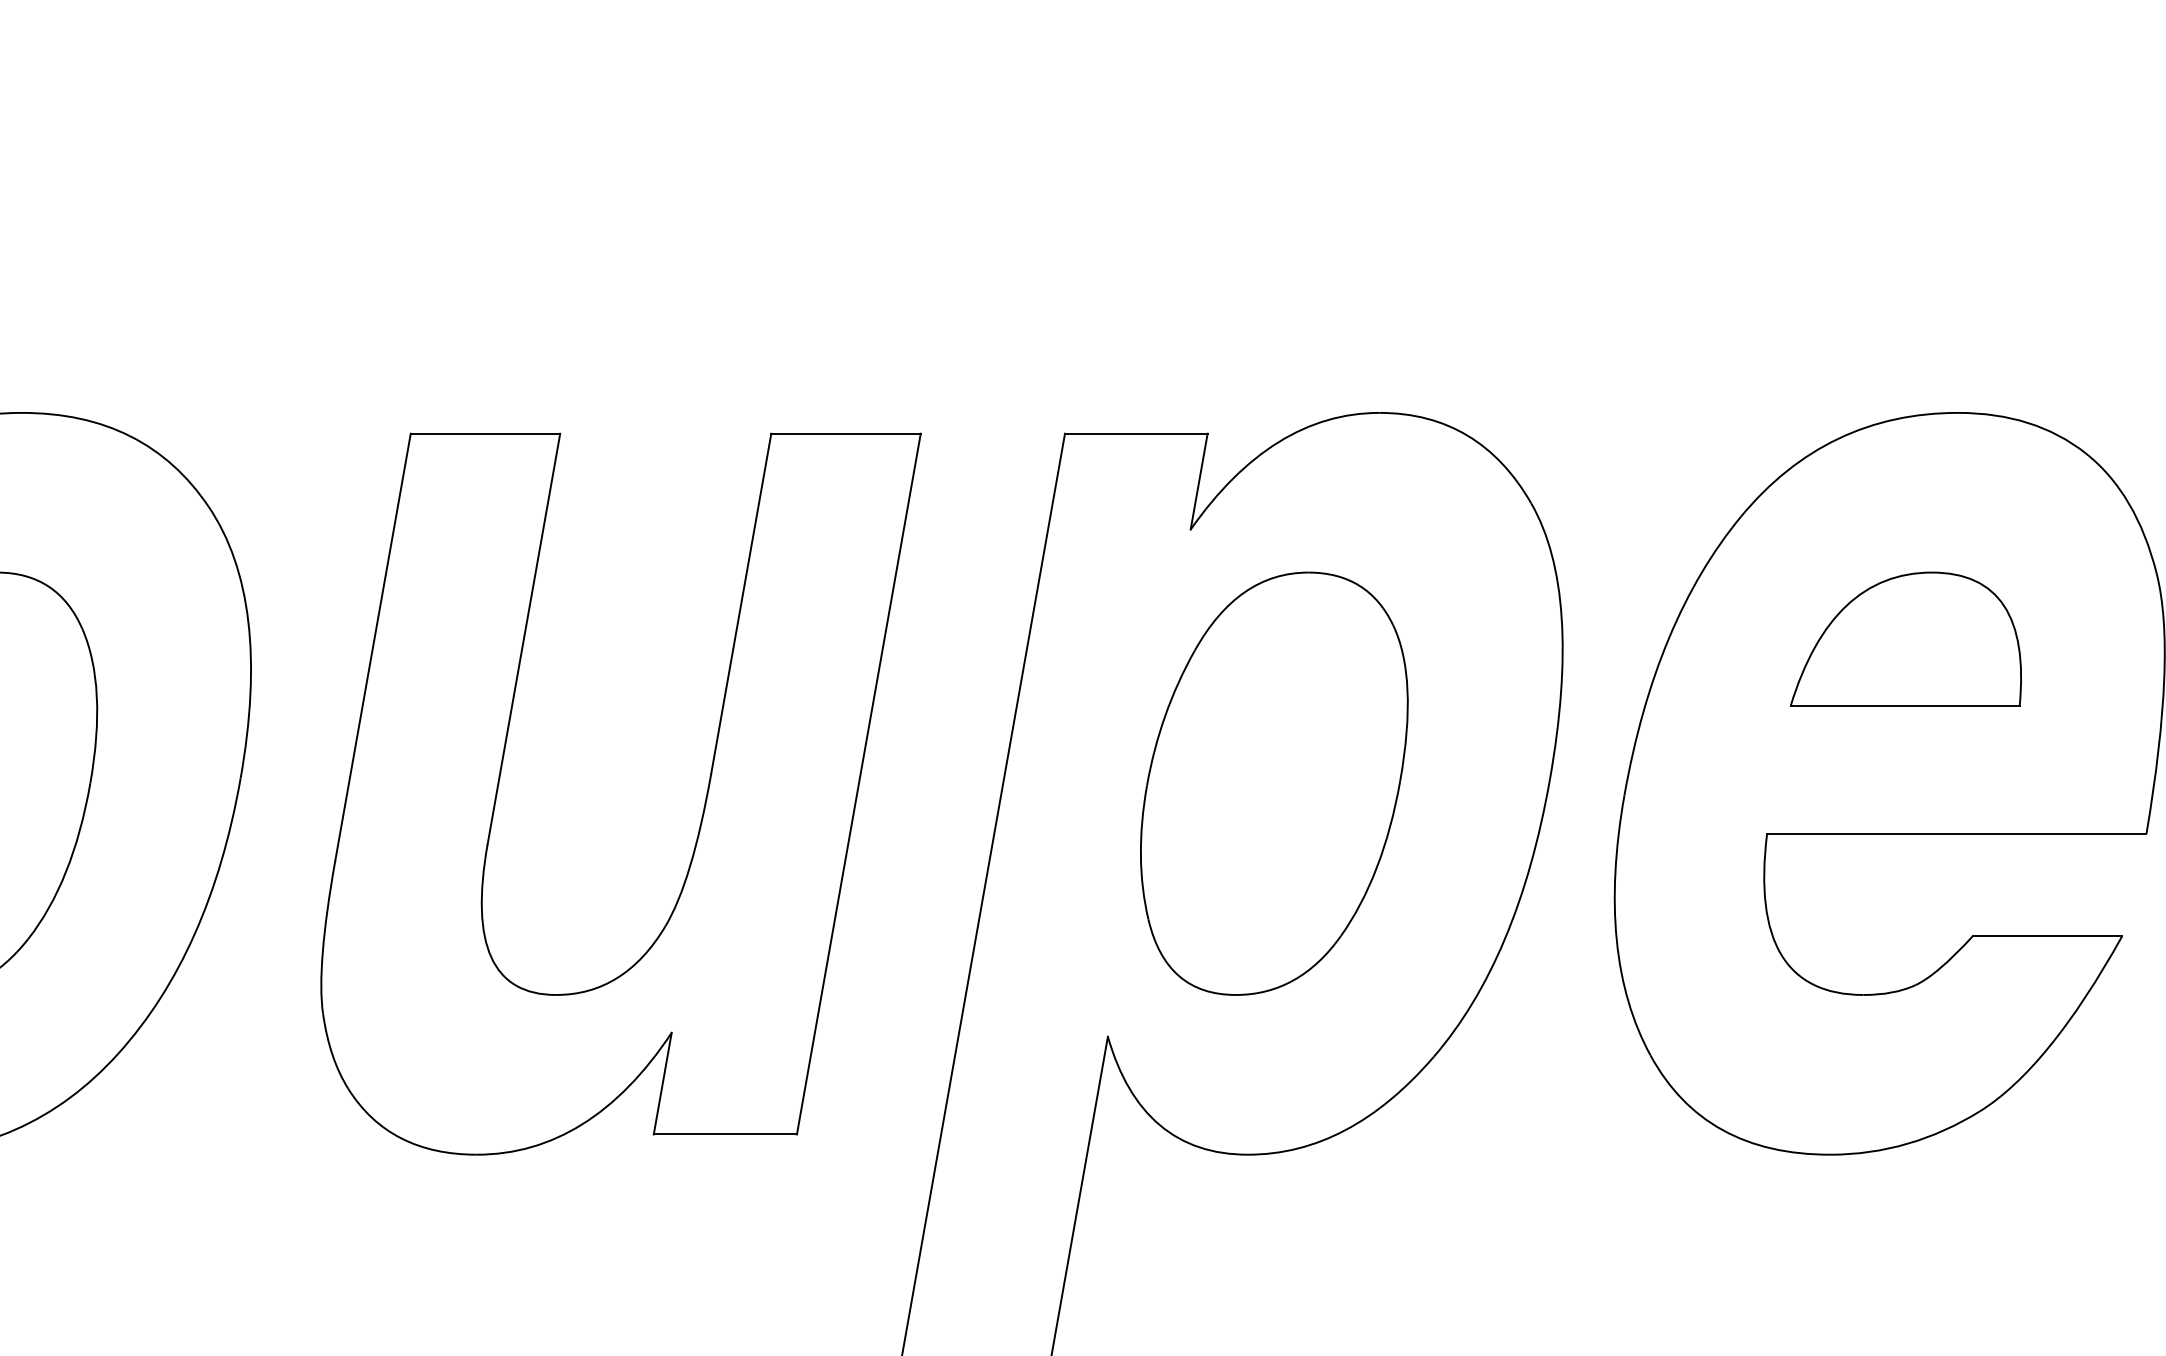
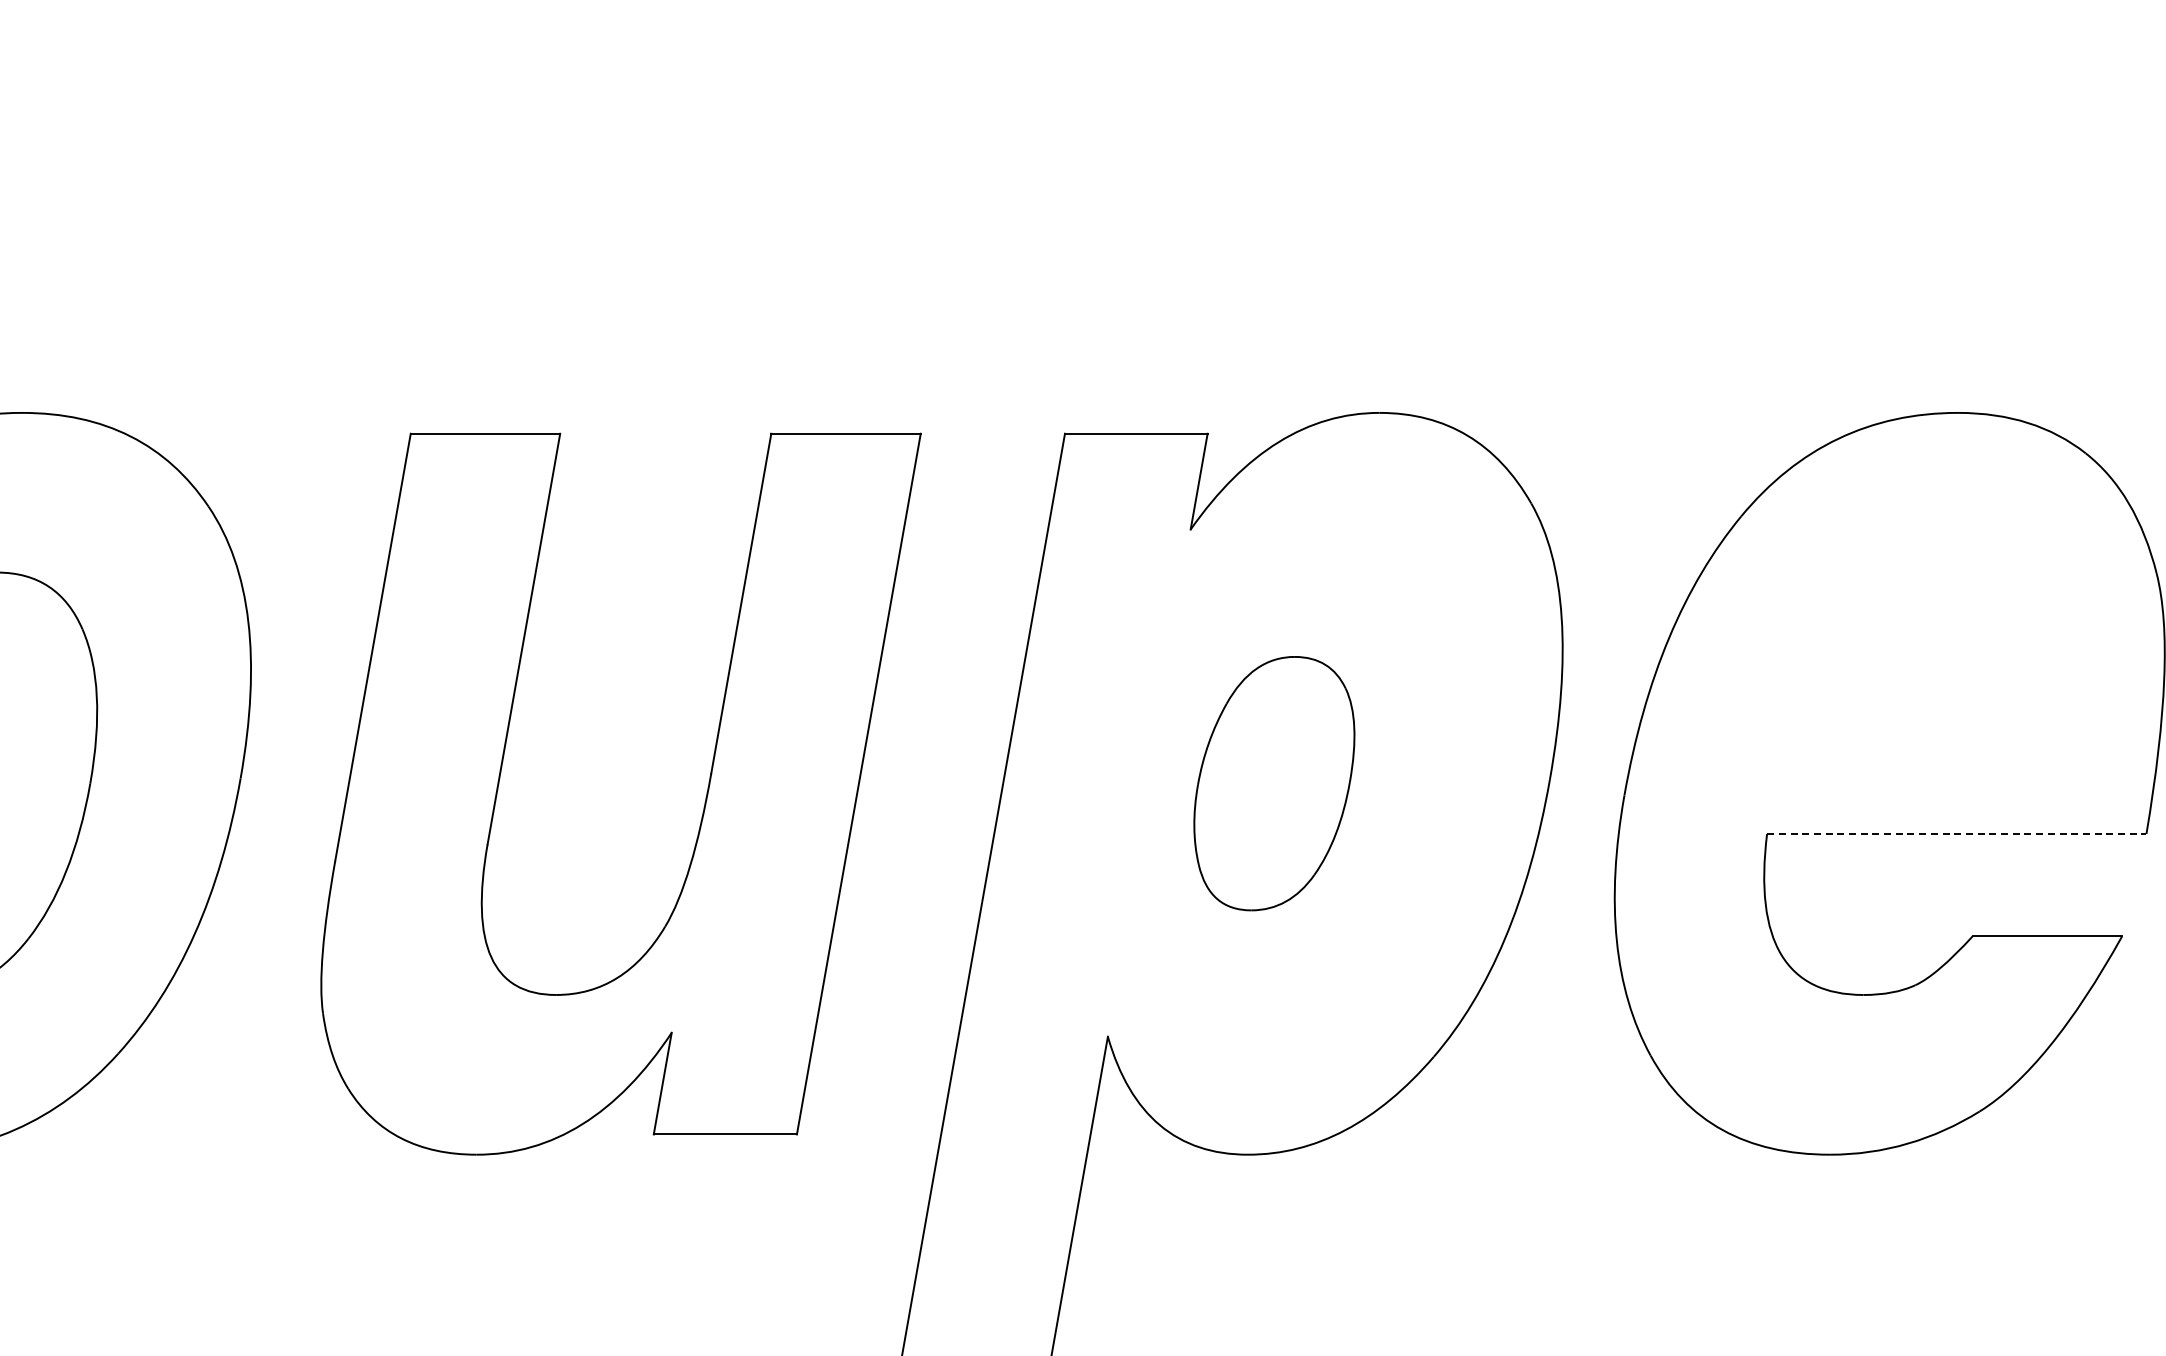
part at (1905, 638): present -> none
part at (1274, 783) size: 269x425 px -> 163x256 px
line at (1956, 833): solid -> dashed
